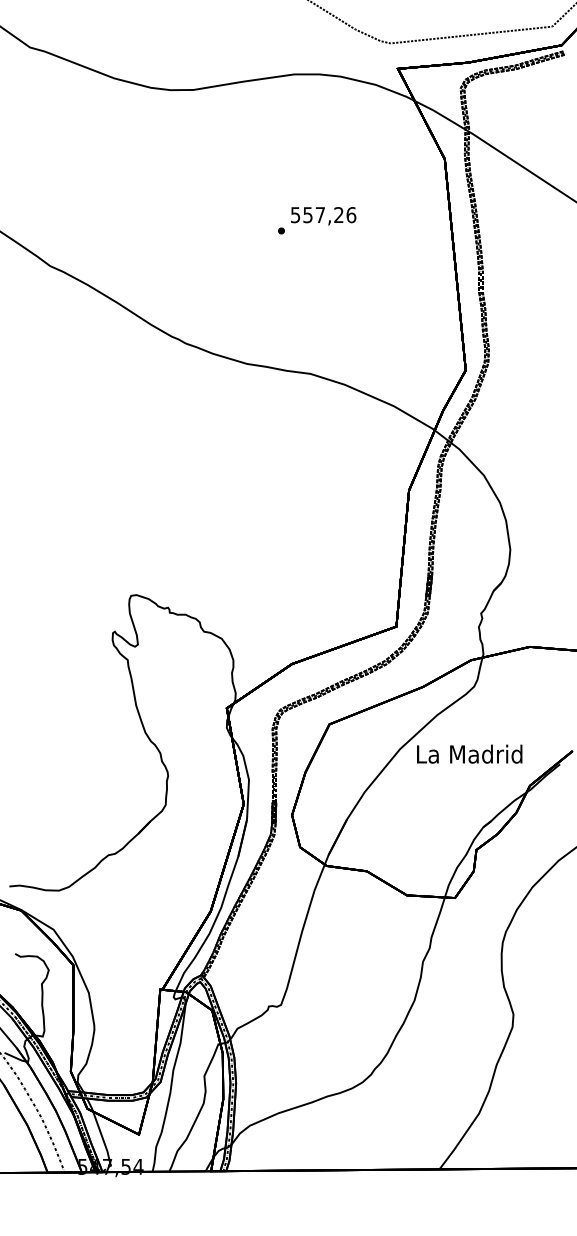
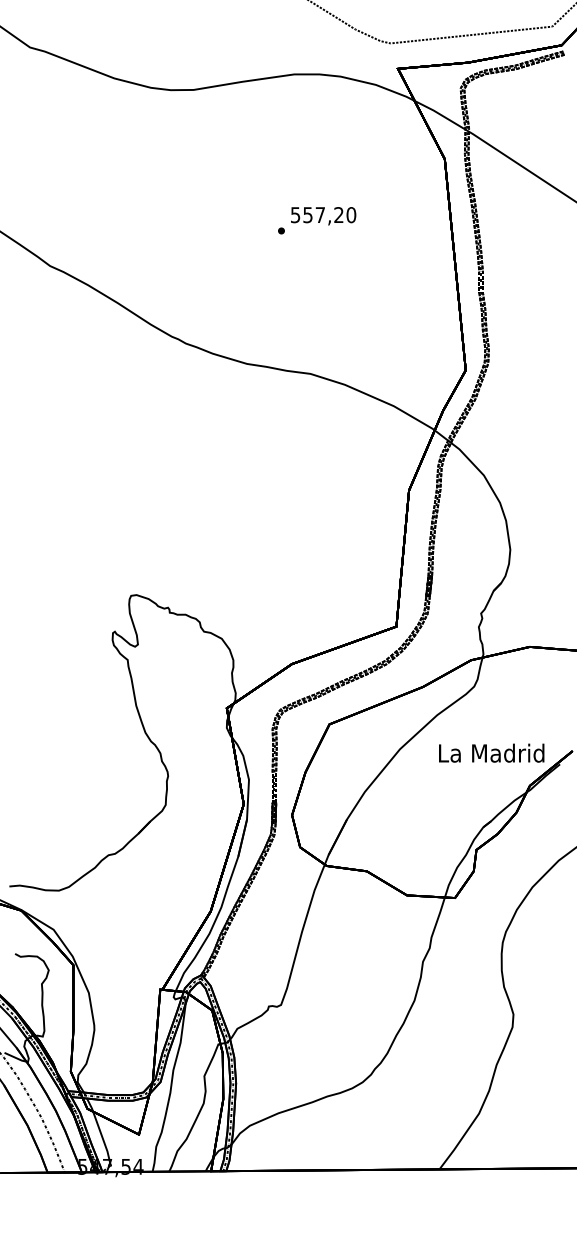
text at (351, 214): 557,26 -> 557,20
text at (469, 753) position: (469, 753) -> (491, 752)
